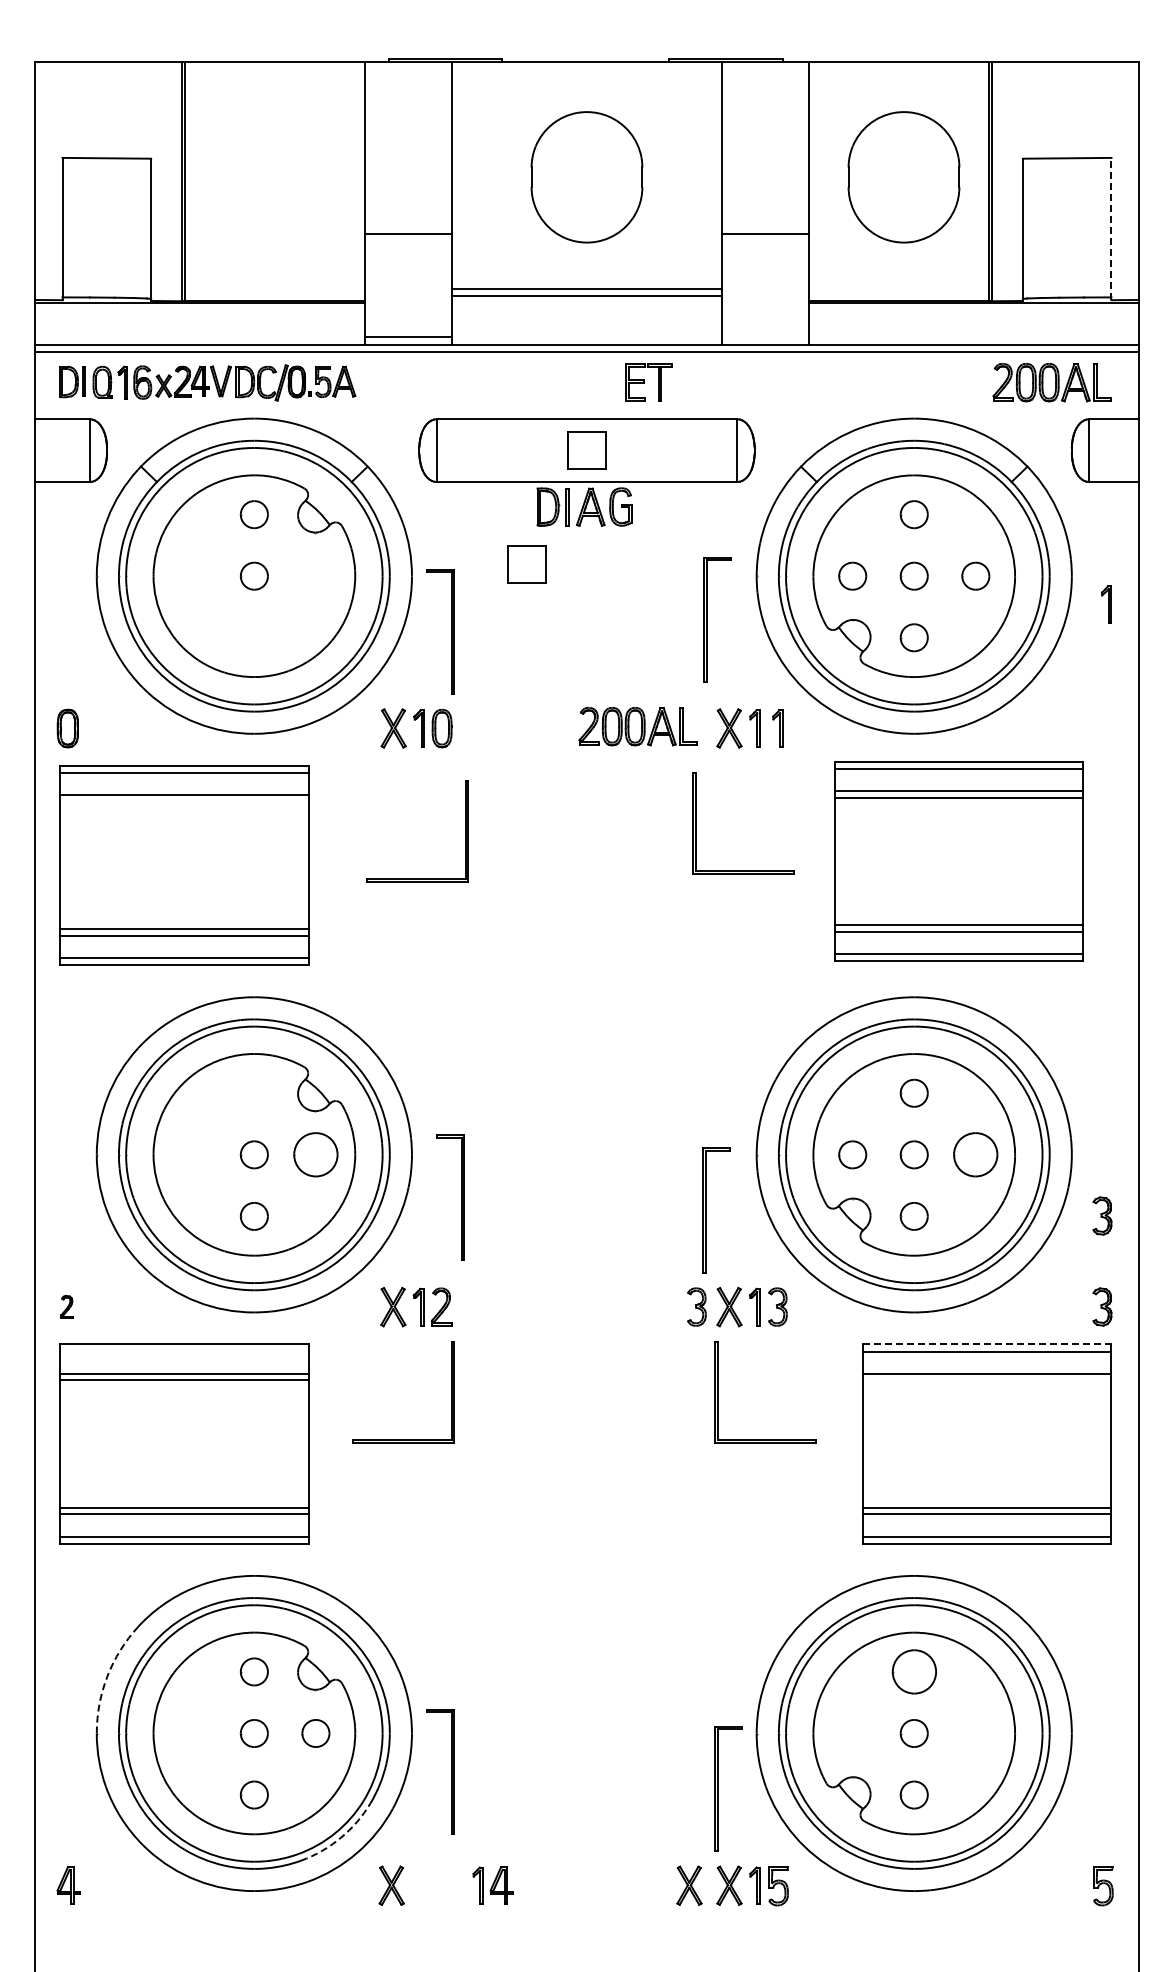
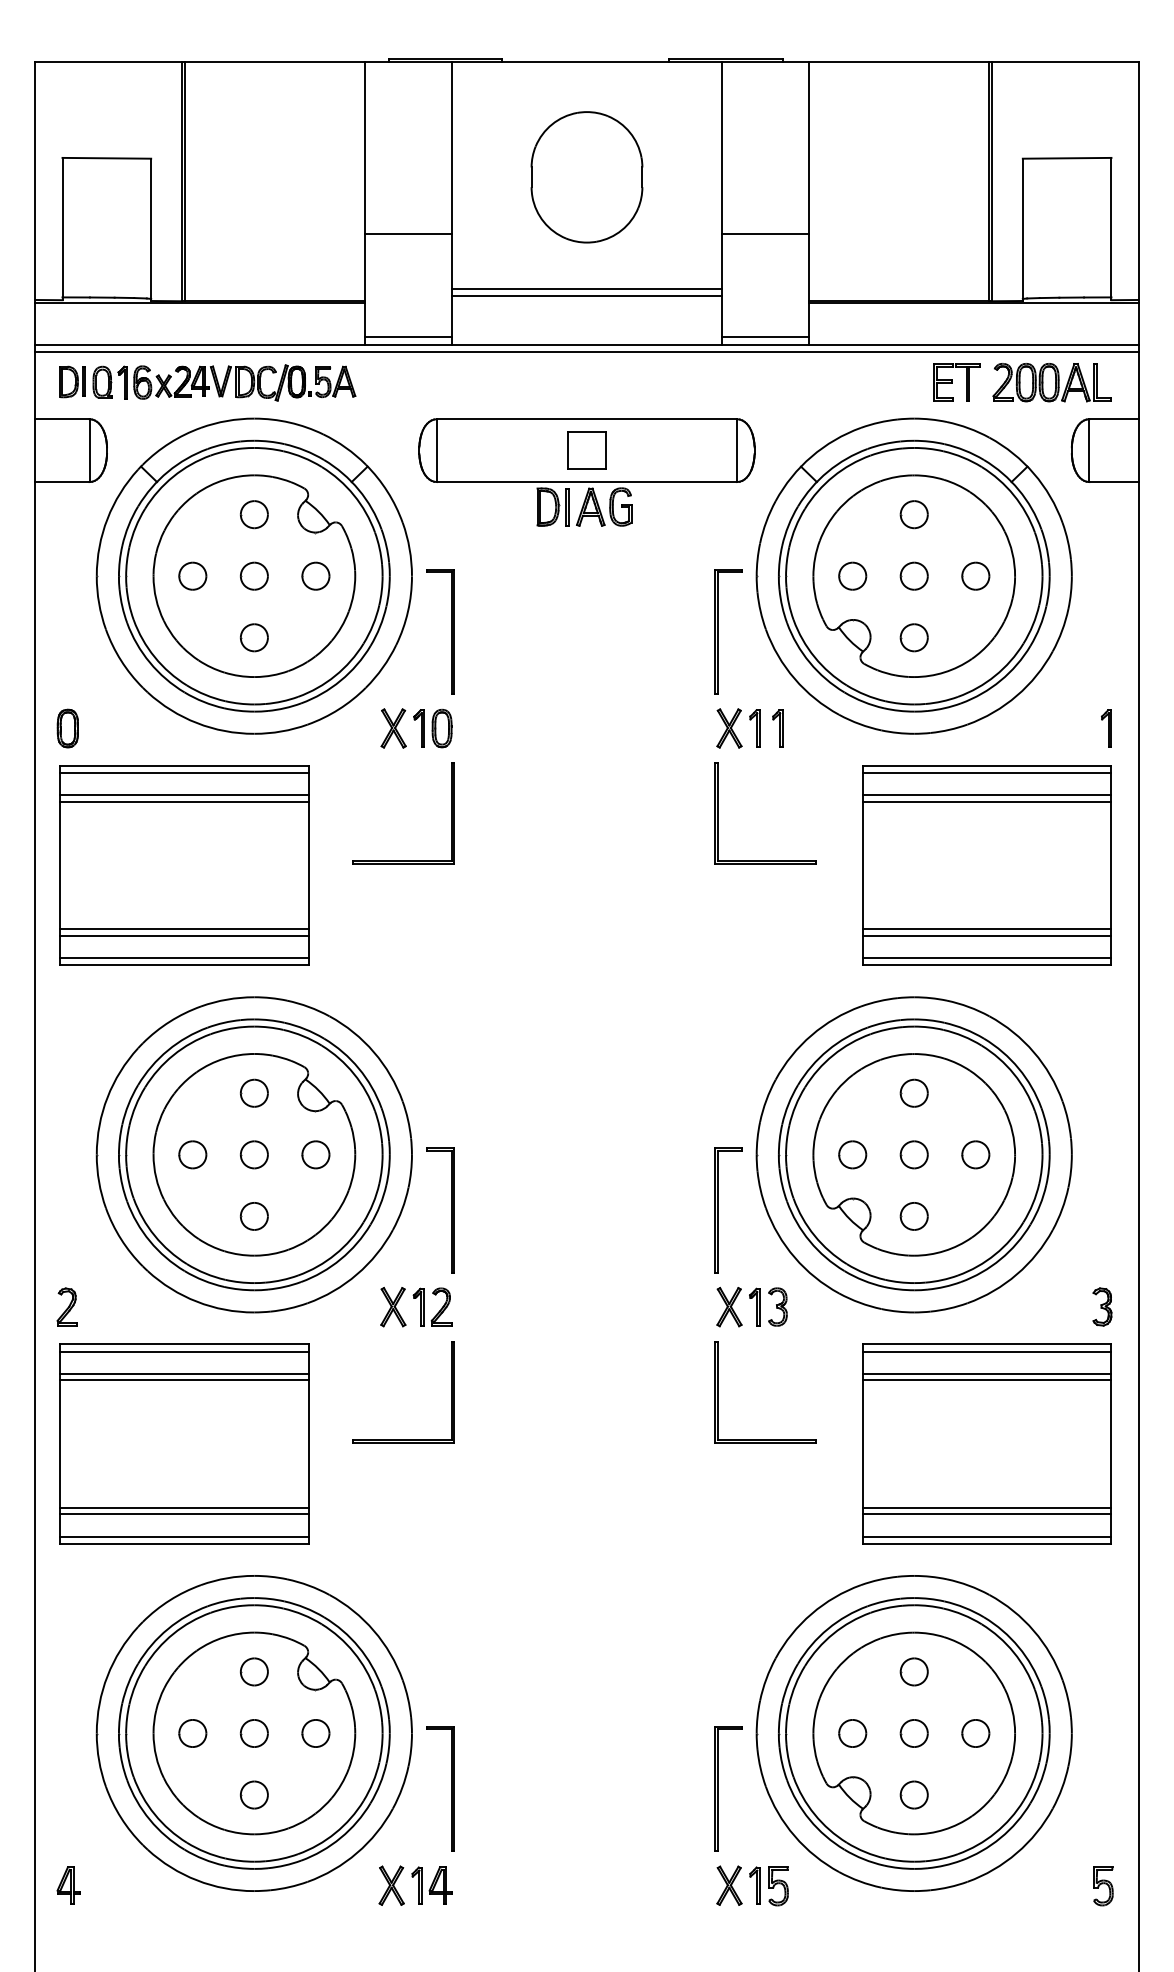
part at (903, 177): present -> none
line at (1111, 228): dashed -> solid
line at (765, 337): none -> present
part at (648, 382) position: (648, 382) -> (956, 382)
part at (526, 564): present -> none
part at (192, 575): none -> present
part at (315, 575): none -> present
part at (1106, 604) position: (1106, 604) -> (1106, 728)
part at (707, 619) position: (707, 619) -> (718, 631)
part at (254, 637): none -> present
part at (637, 726): present -> none
line at (184, 801): none -> present
part at (696, 823) position: (696, 823) -> (718, 813)
part at (958, 861) position: (958, 861) -> (986, 865)
part at (417, 878) position: (417, 878) -> (403, 860)
part at (254, 1092): none -> present
part at (192, 1154): none -> present
part at (315, 1154) size: 46x46 px -> 30x30 px
part at (975, 1154) size: 46x46 px -> 30x30 px
part at (461, 1197) position: (461, 1197) -> (451, 1210)
part at (706, 1210) position: (706, 1210) -> (718, 1210)
part at (1102, 1215): present -> none
part at (66, 1306) size: 14x25 px -> 22x40 px
part at (696, 1306): present -> none
line at (987, 1344): dashed -> solid
line at (184, 1351): none -> present
line at (986, 1380): none -> present
part at (913, 1671) size: 46x46 px -> 30x30 px
arc at (107, 1676): dashed -> solid
part at (192, 1733): none -> present
part at (852, 1733): none -> present
part at (975, 1733): none -> present
part at (451, 1771) position: (451, 1771) -> (451, 1788)
arc at (340, 1837): dashed -> solid
part at (492, 1885) position: (492, 1885) -> (431, 1885)
part at (689, 1885): present -> none
